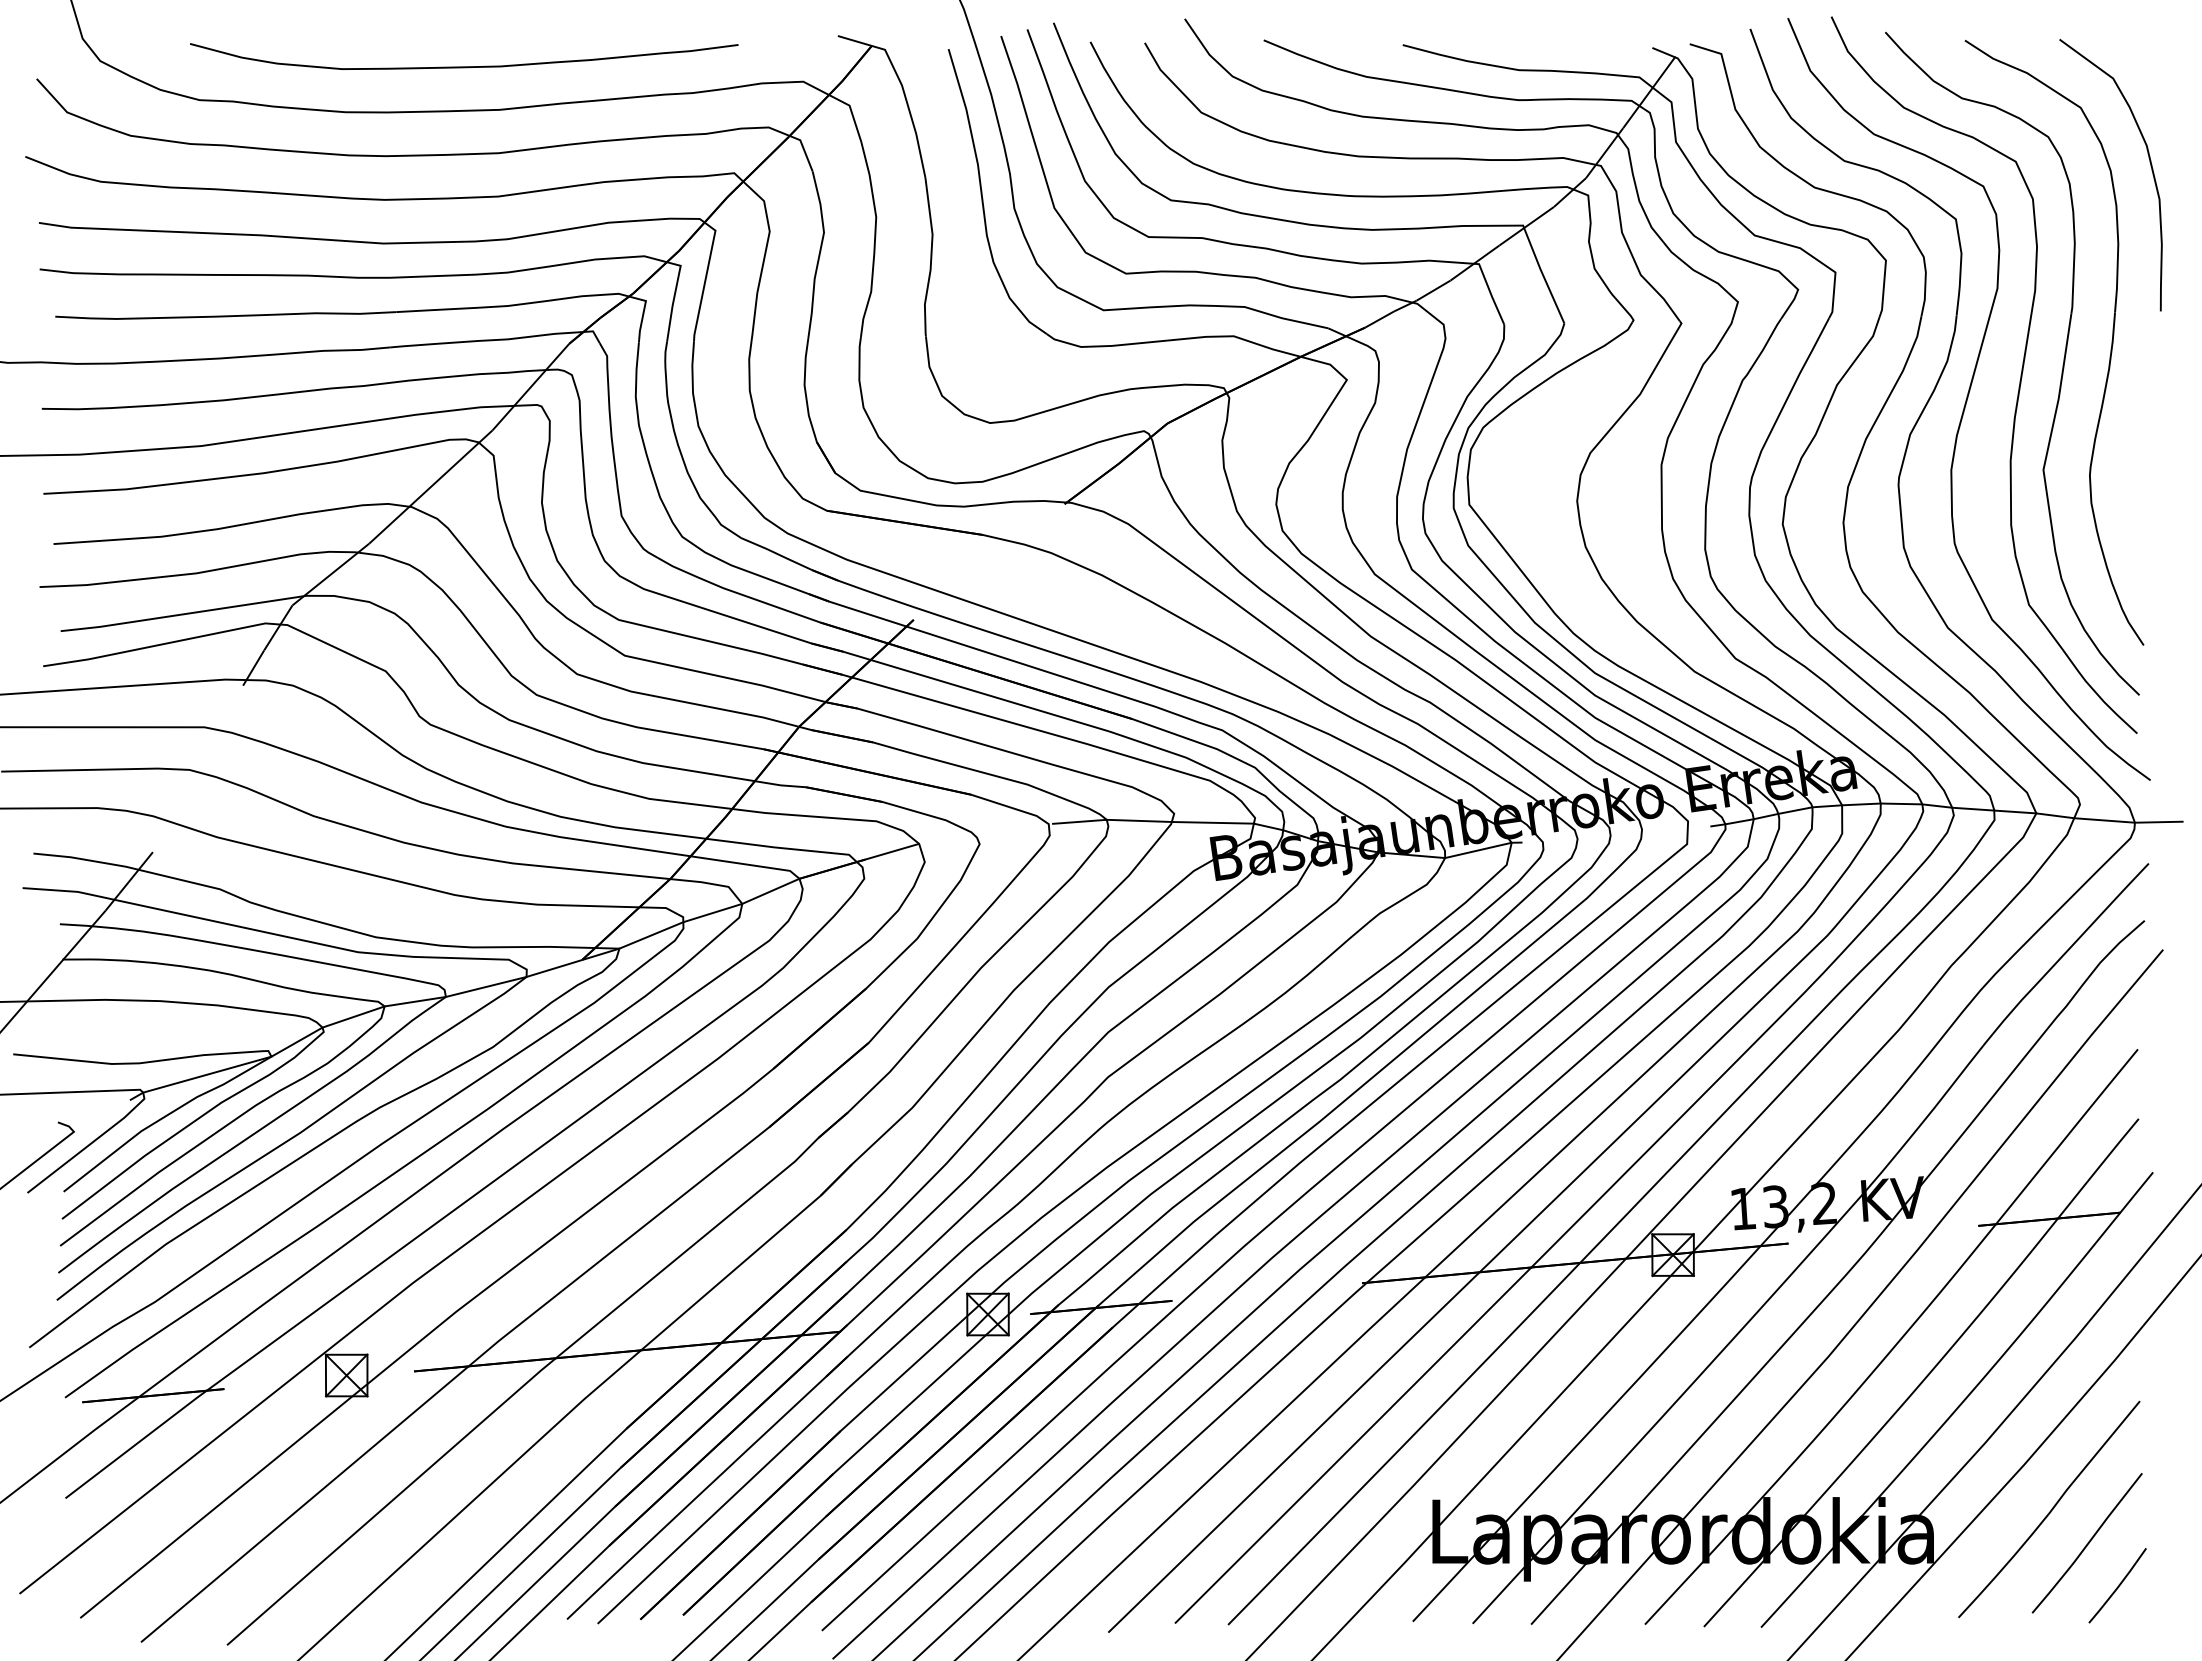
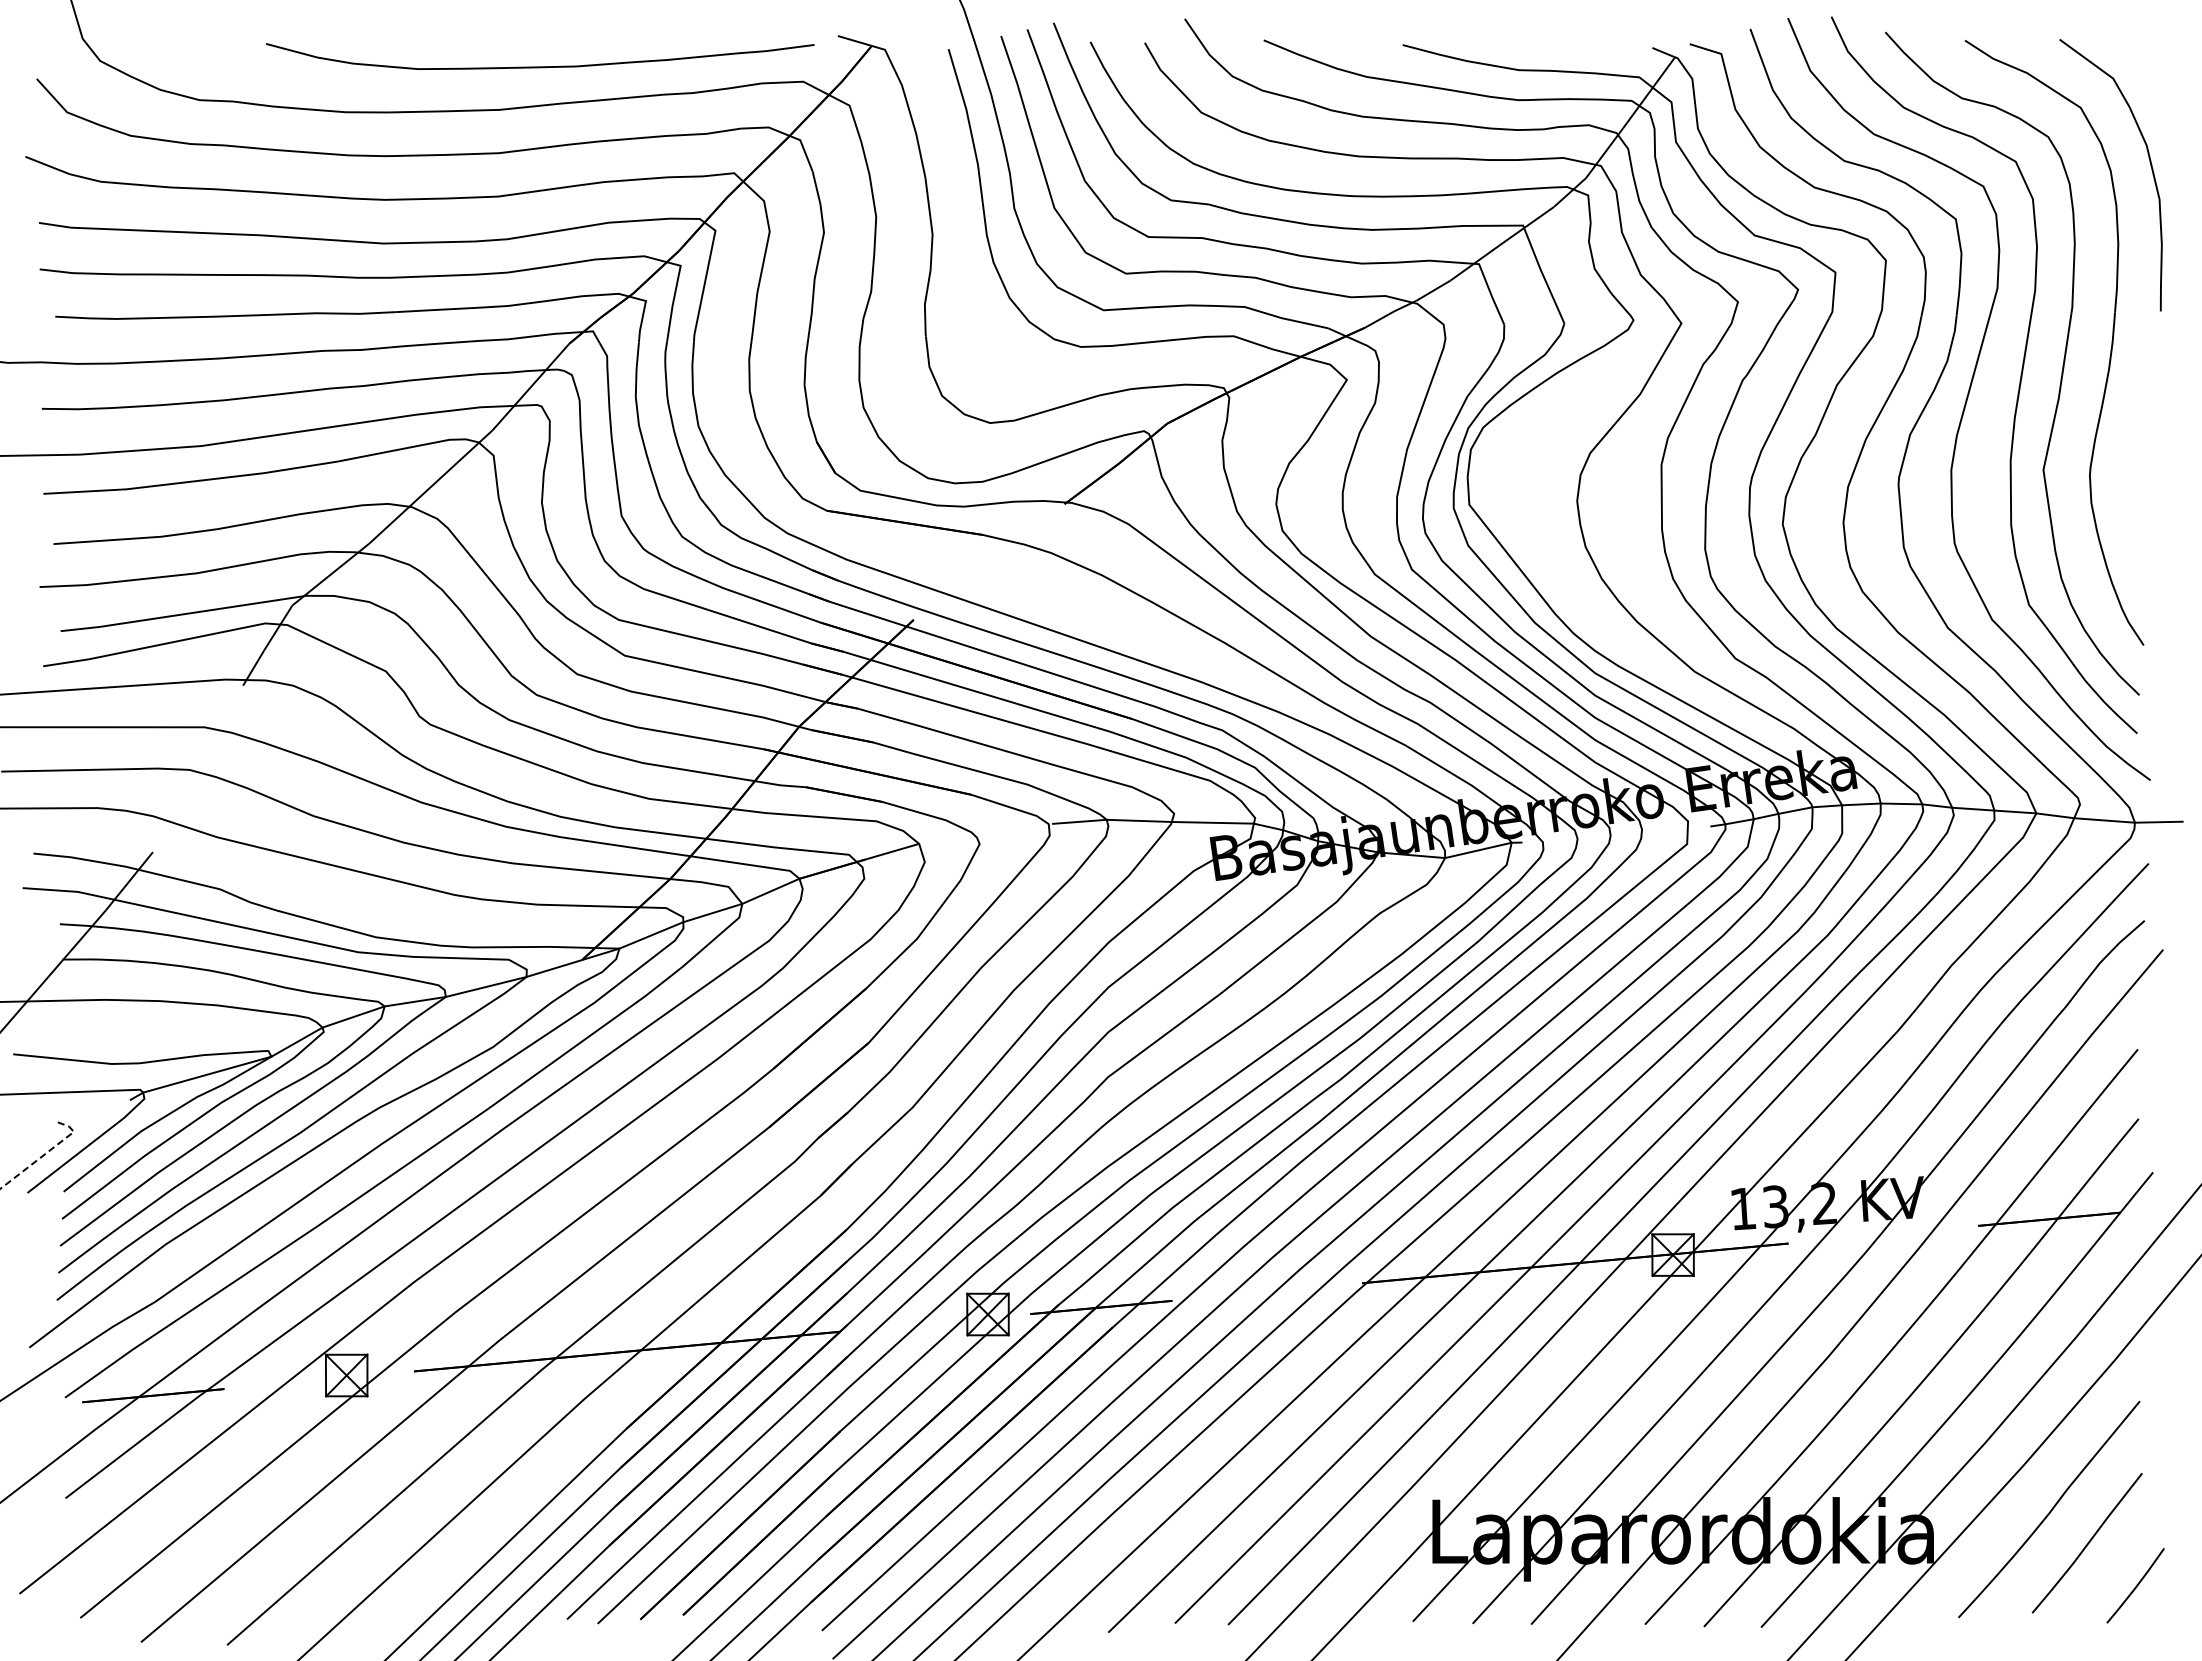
curve at (464, 66) position: (464, 66) -> (540, 66)
line at (45, 1153): solid -> dashed
line at (2118, 1585) position: (2118, 1585) -> (2136, 1585)
